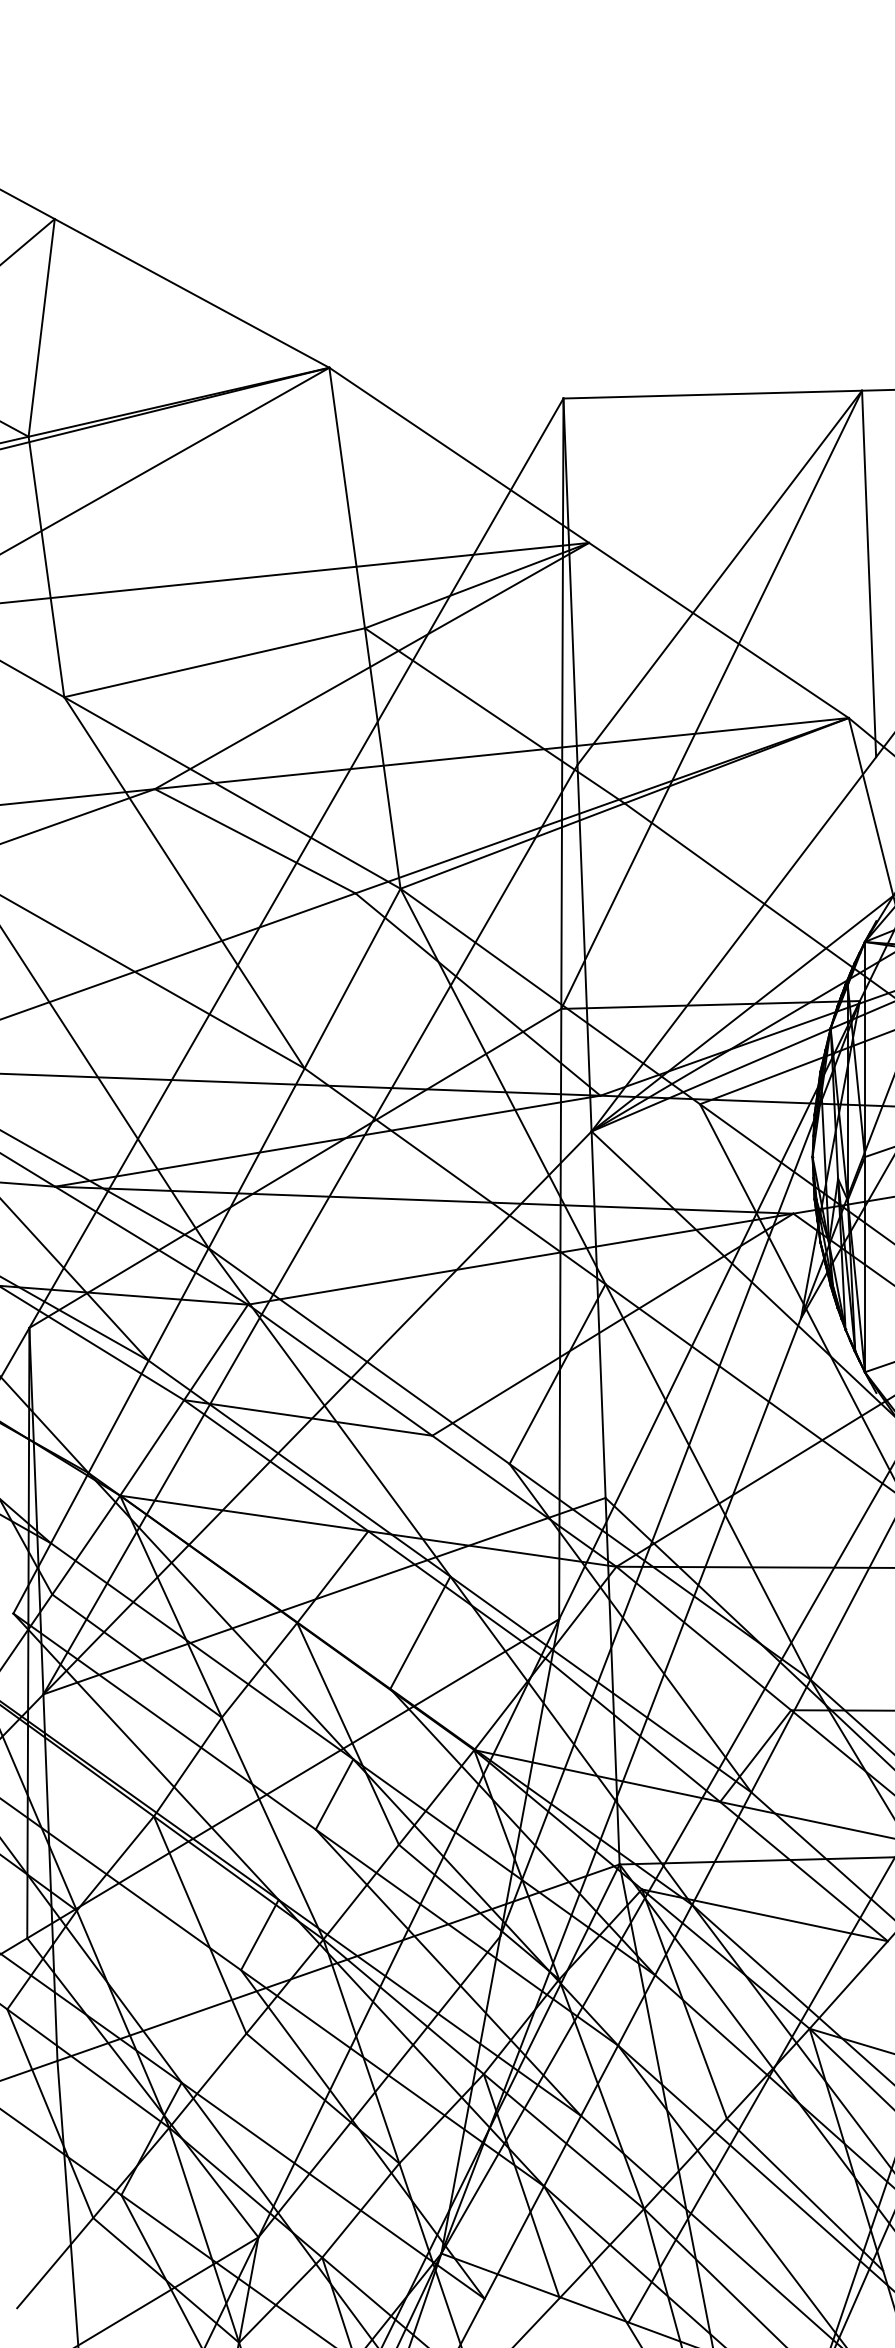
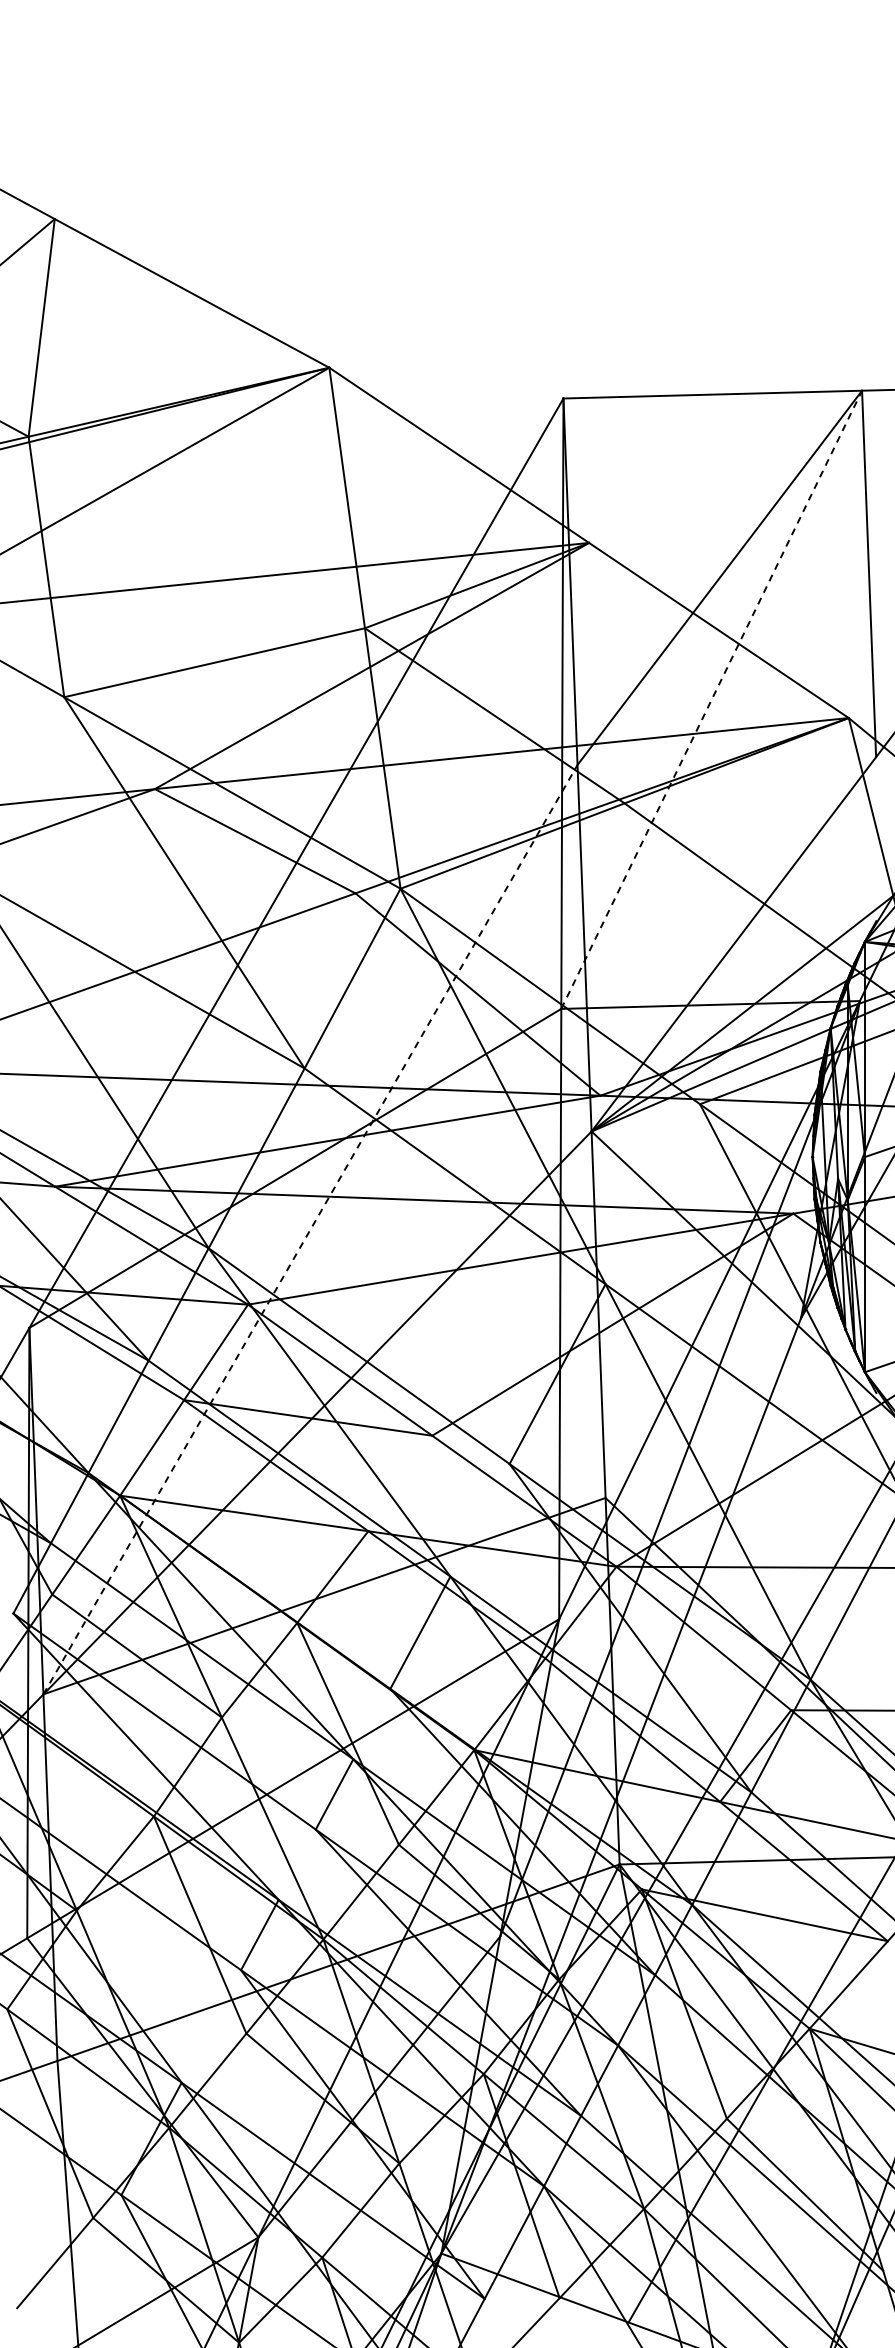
line at (711, 699): solid -> dashed
line at (310, 1229): solid -> dashed
